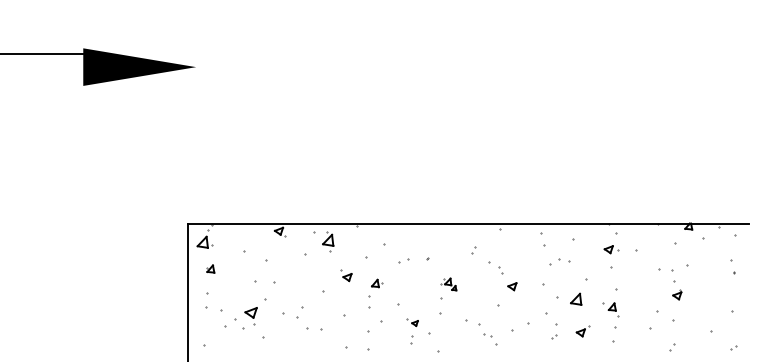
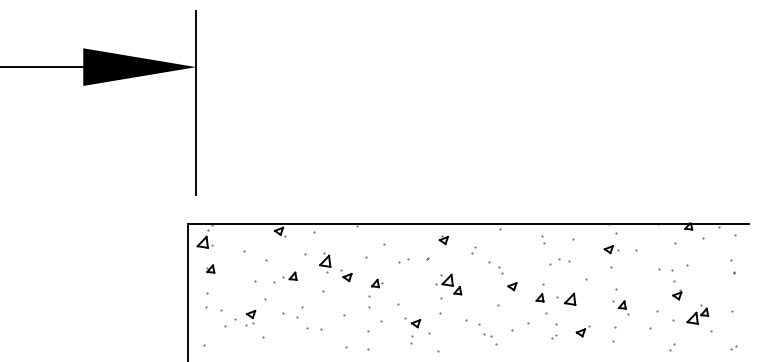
line at (42, 54) position: (42, 54) -> (42, 67)
line at (196, 102): none -> present
part at (542, 239) size: 6x15 px -> 5x10 px
part at (443, 240): none -> present
part at (328, 241) position: (328, 241) -> (325, 262)
part at (289, 275): none -> present
part at (448, 284) size: 18x15 px -> 28x23 px
part at (539, 297): none -> present
part at (576, 298) position: (576, 298) -> (570, 298)
part at (610, 309) position: (610, 309) -> (620, 307)
part at (697, 314): none -> present
part at (249, 318) size: 16x23 px -> 12x17 px
part at (412, 322) size: 13x9 px -> 18x12 px
